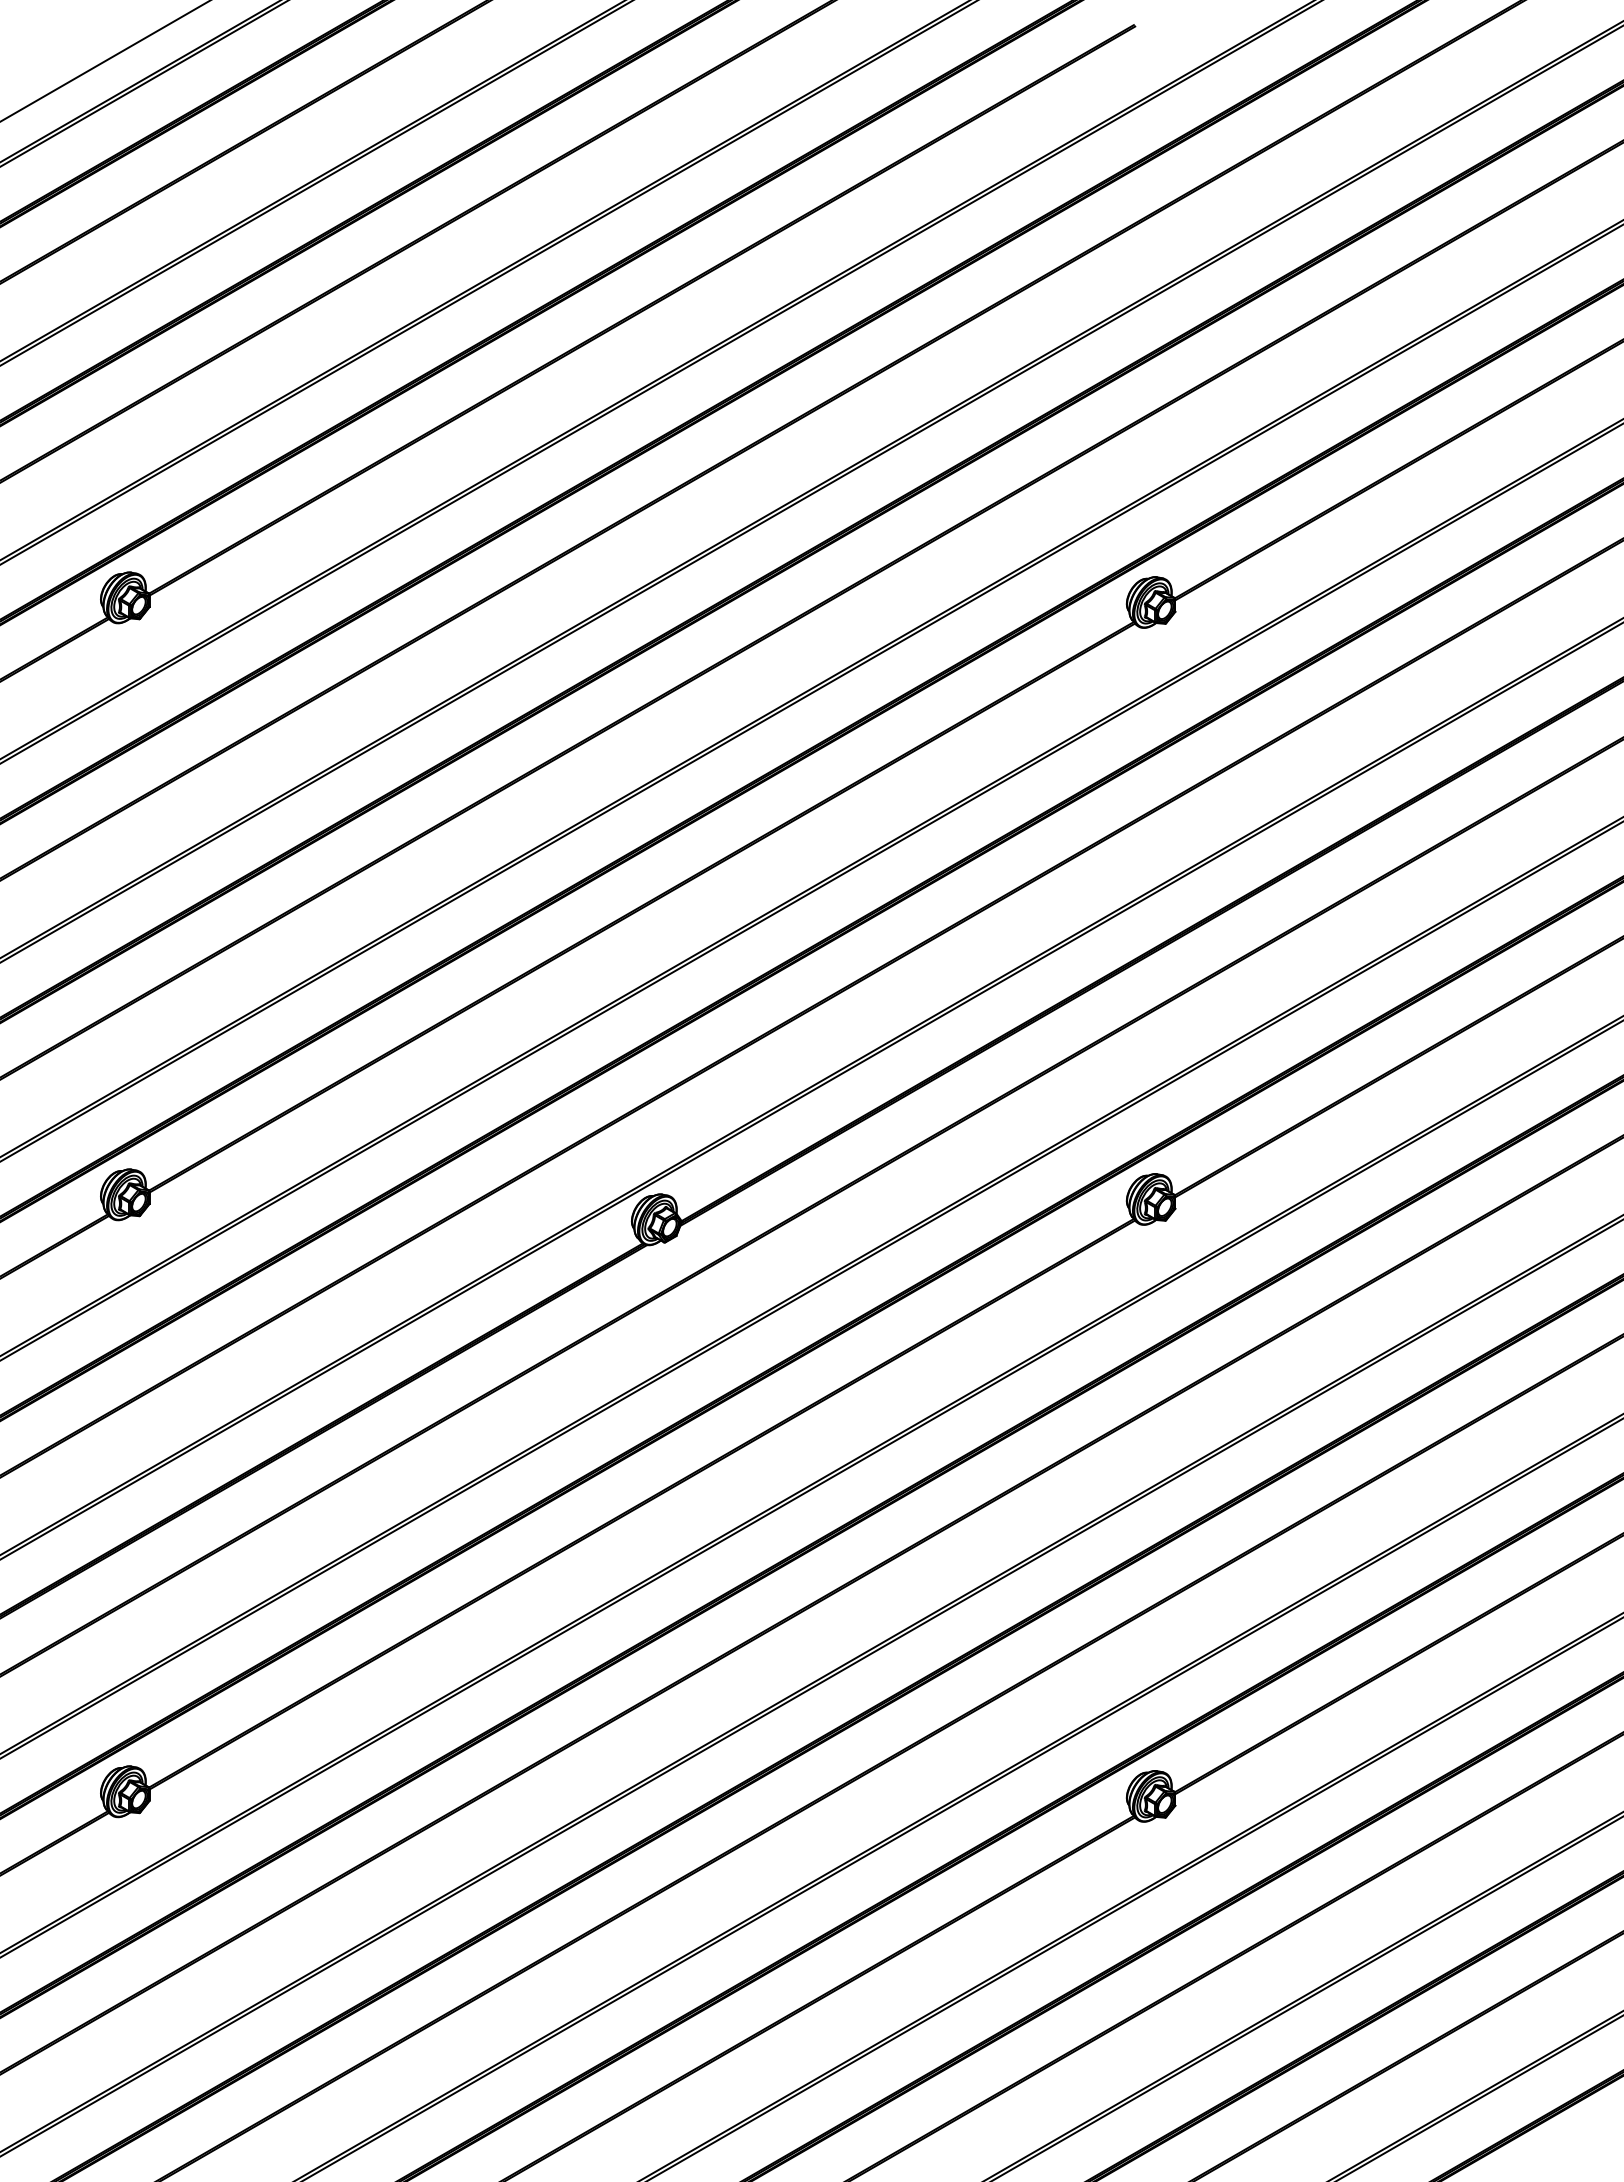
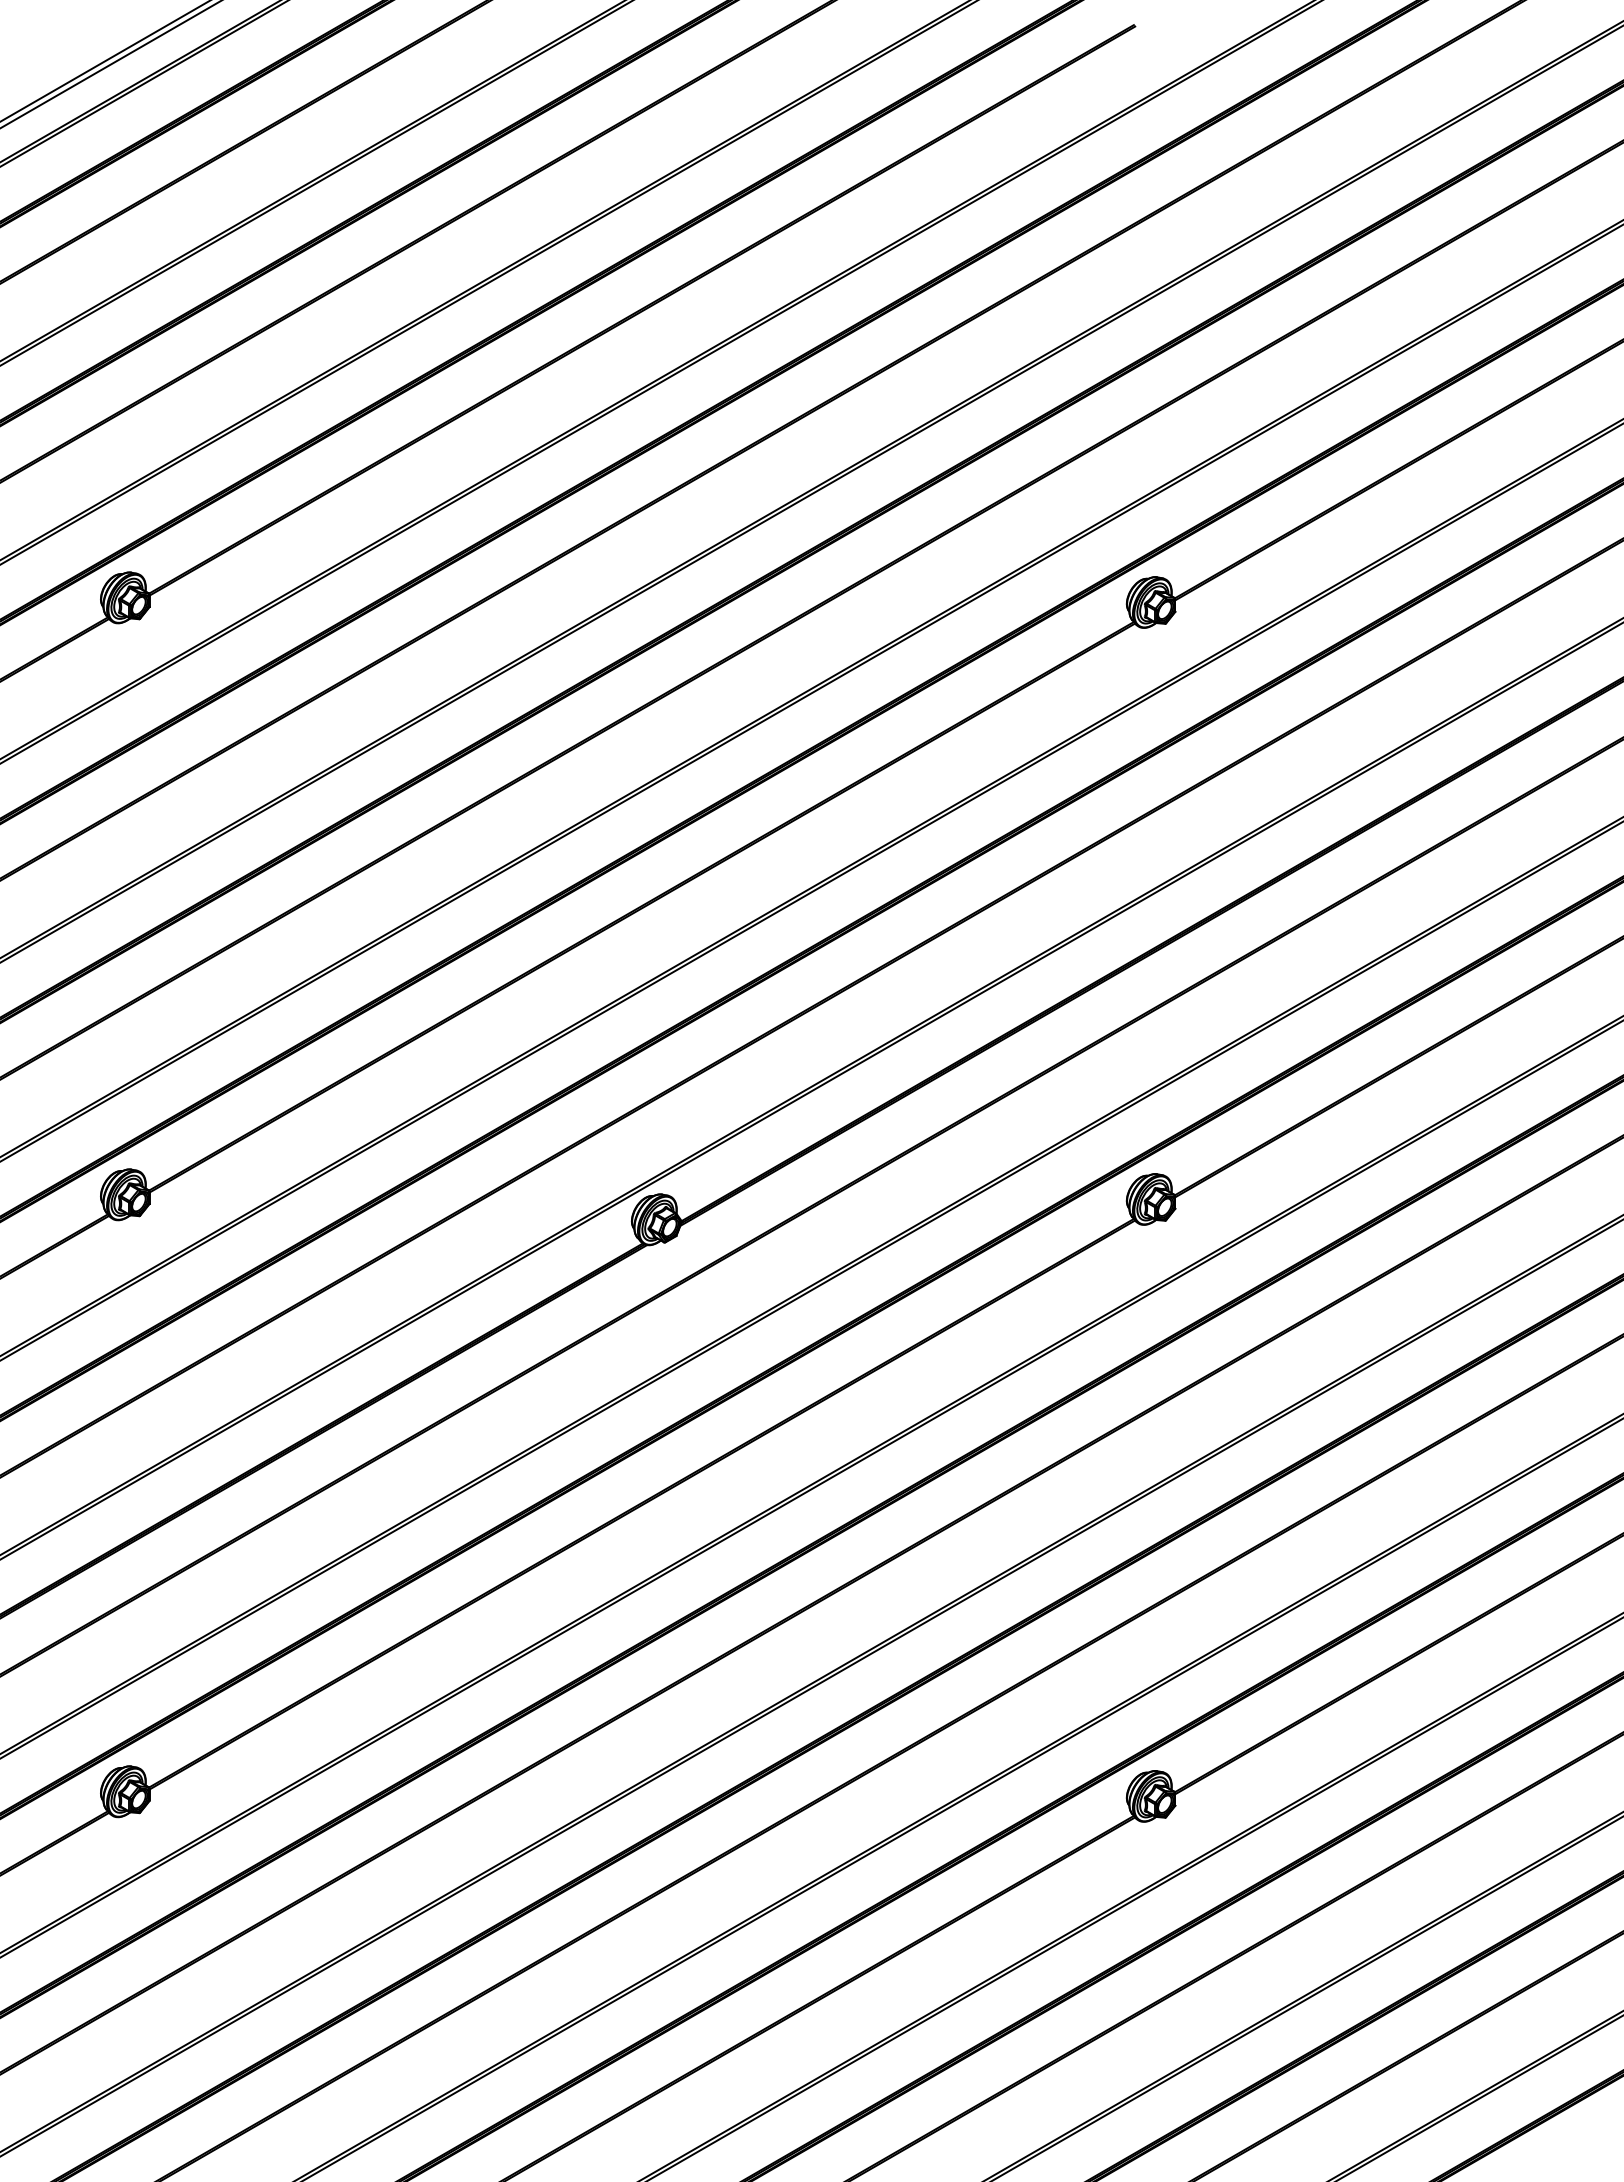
line at (110, 64): none -> present
